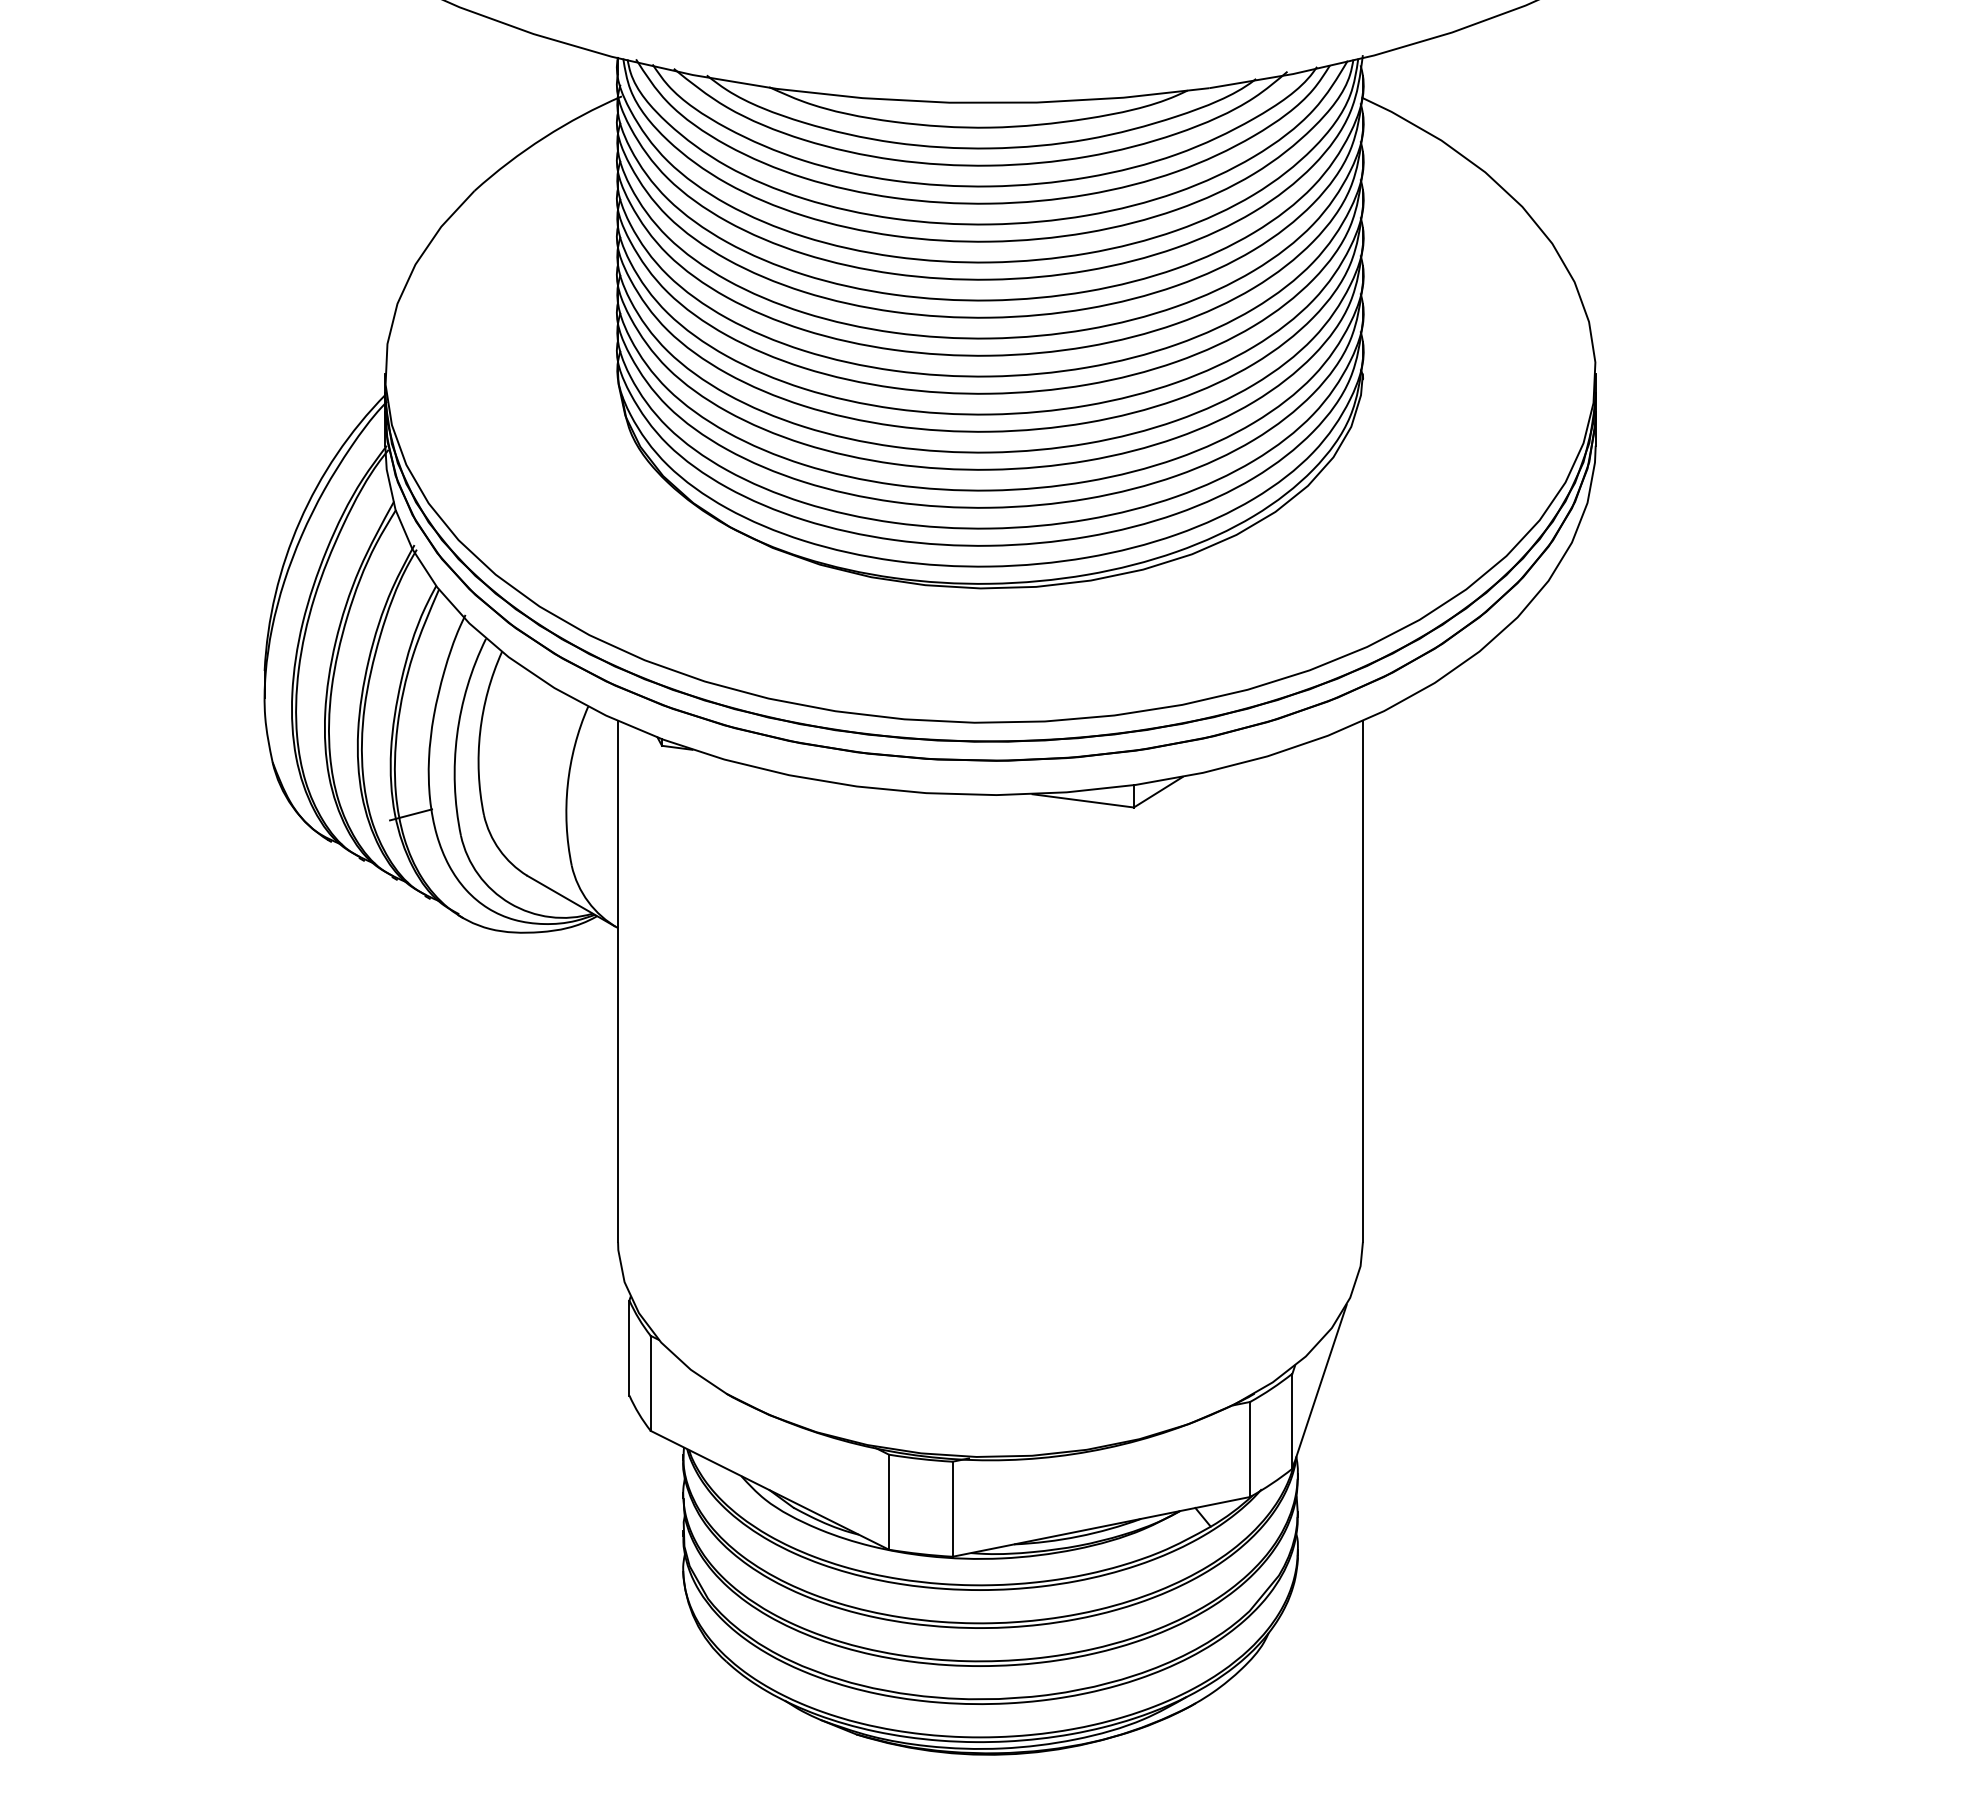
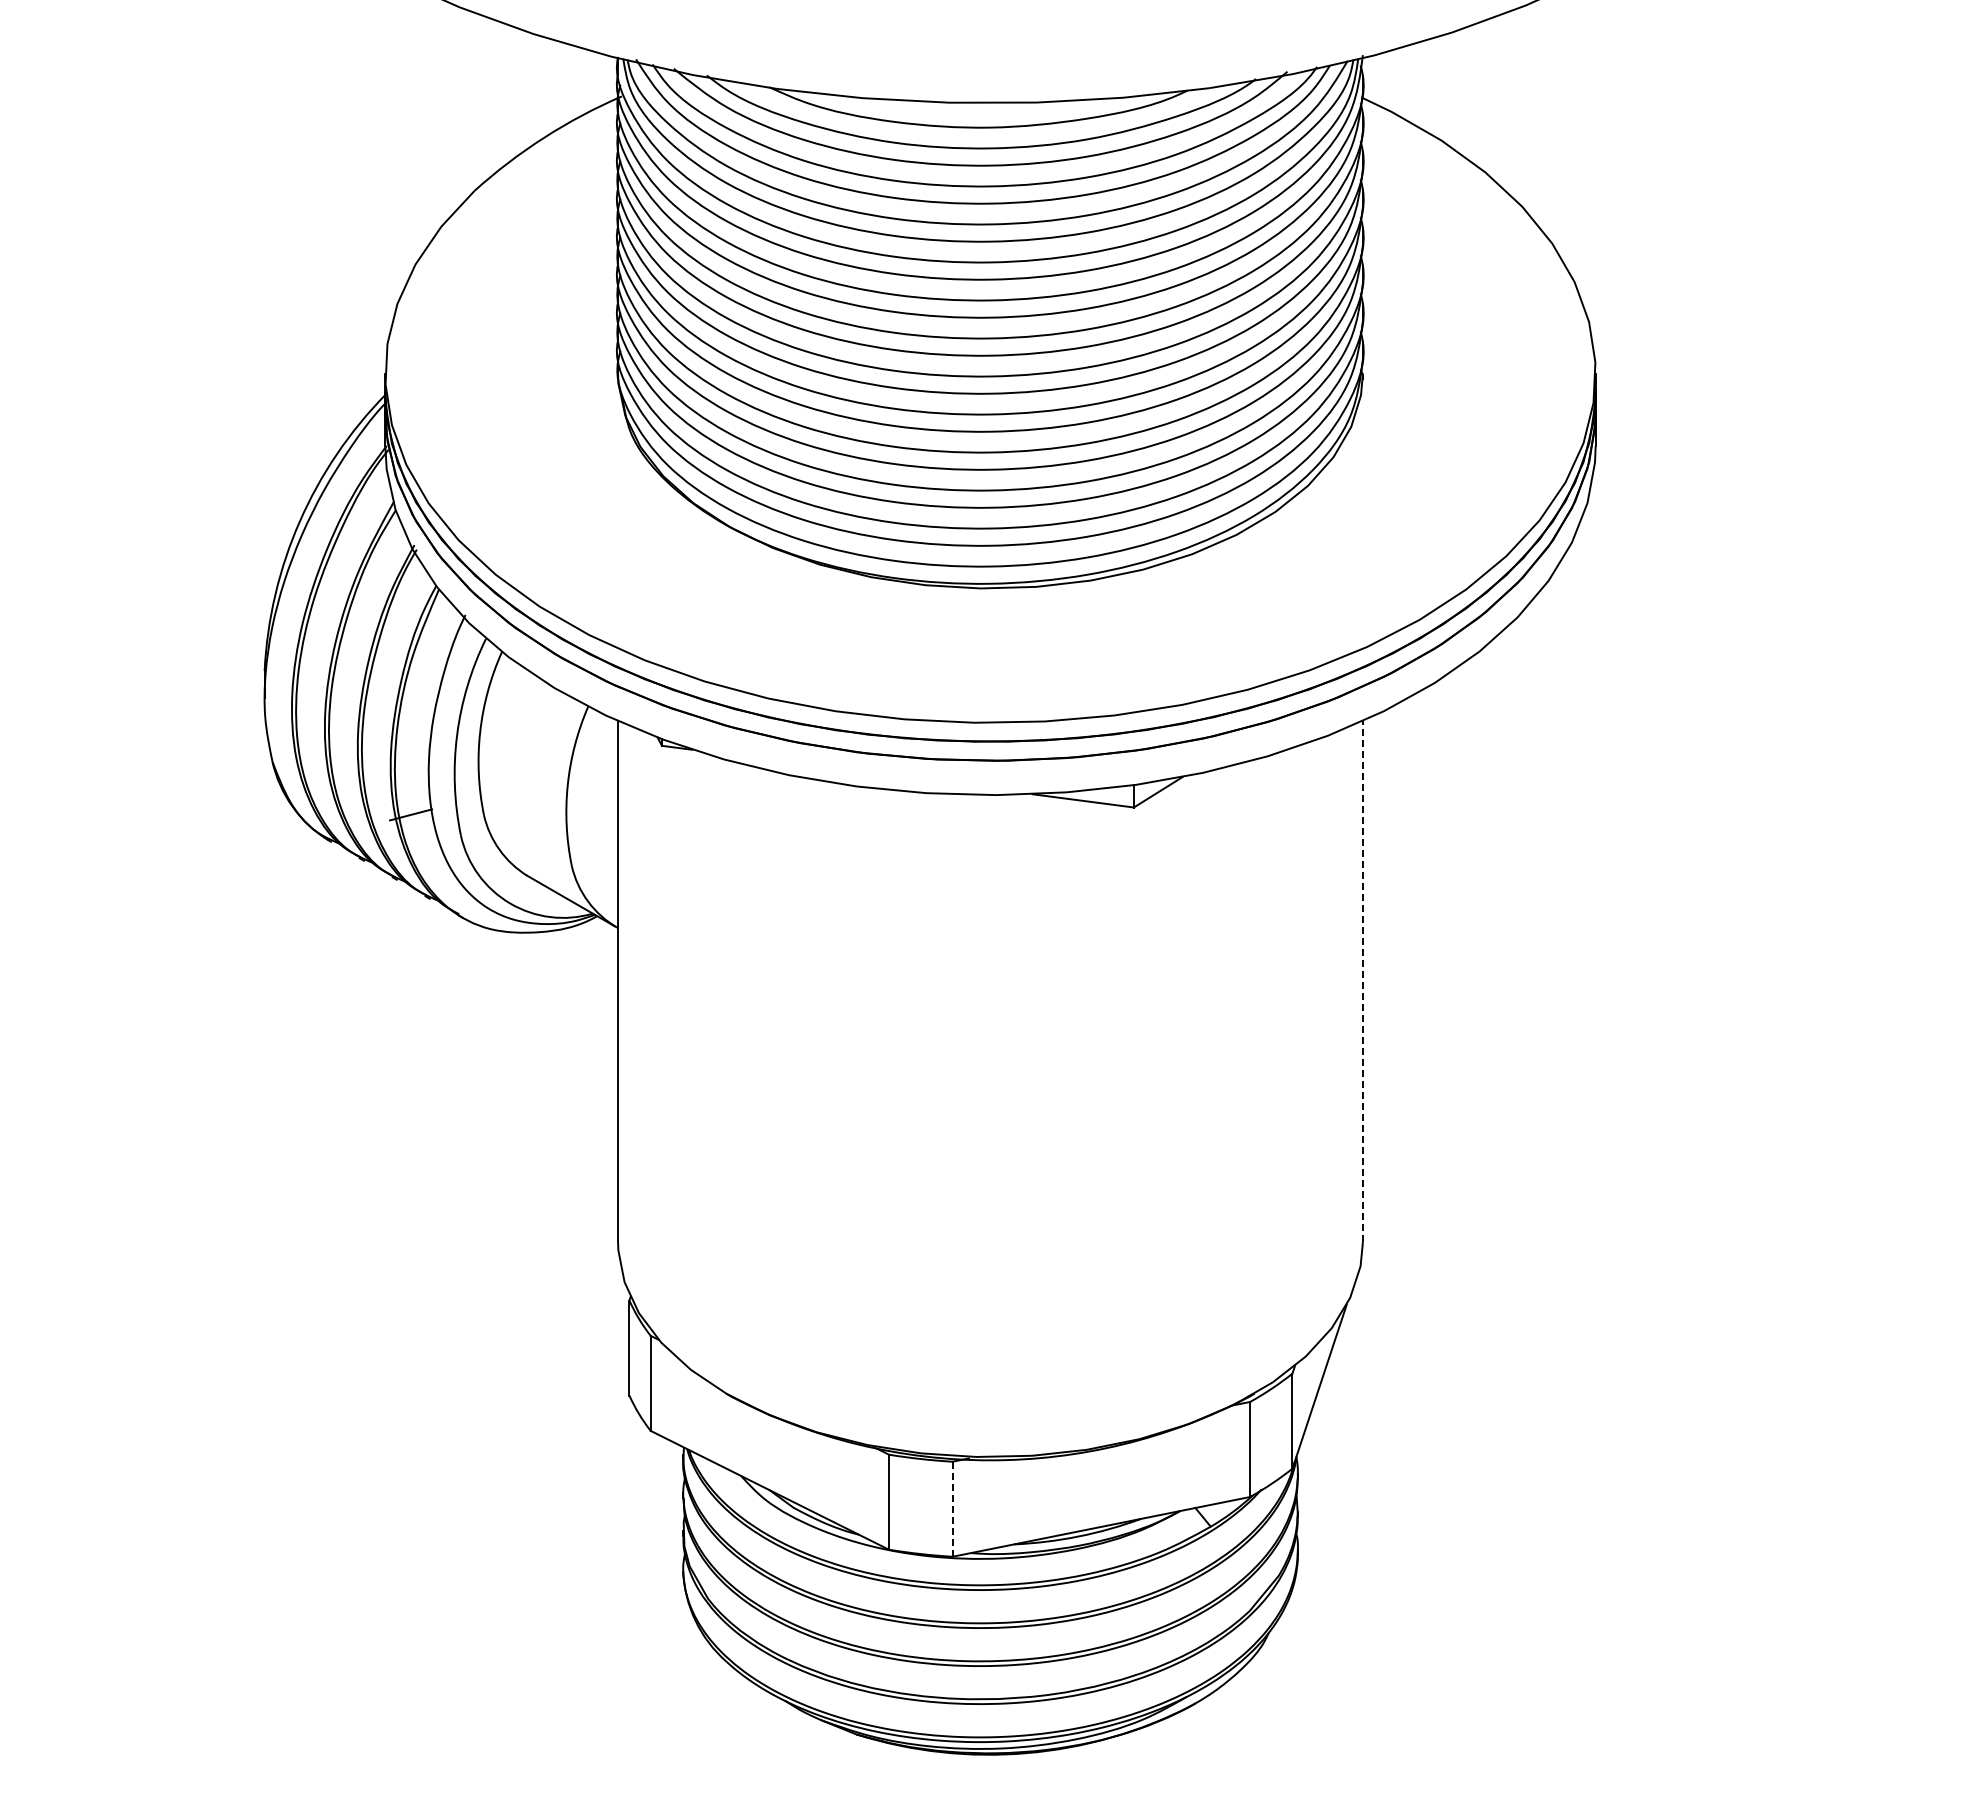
line at (1362, 981): solid -> dashed
line at (952, 1509): solid -> dashed
